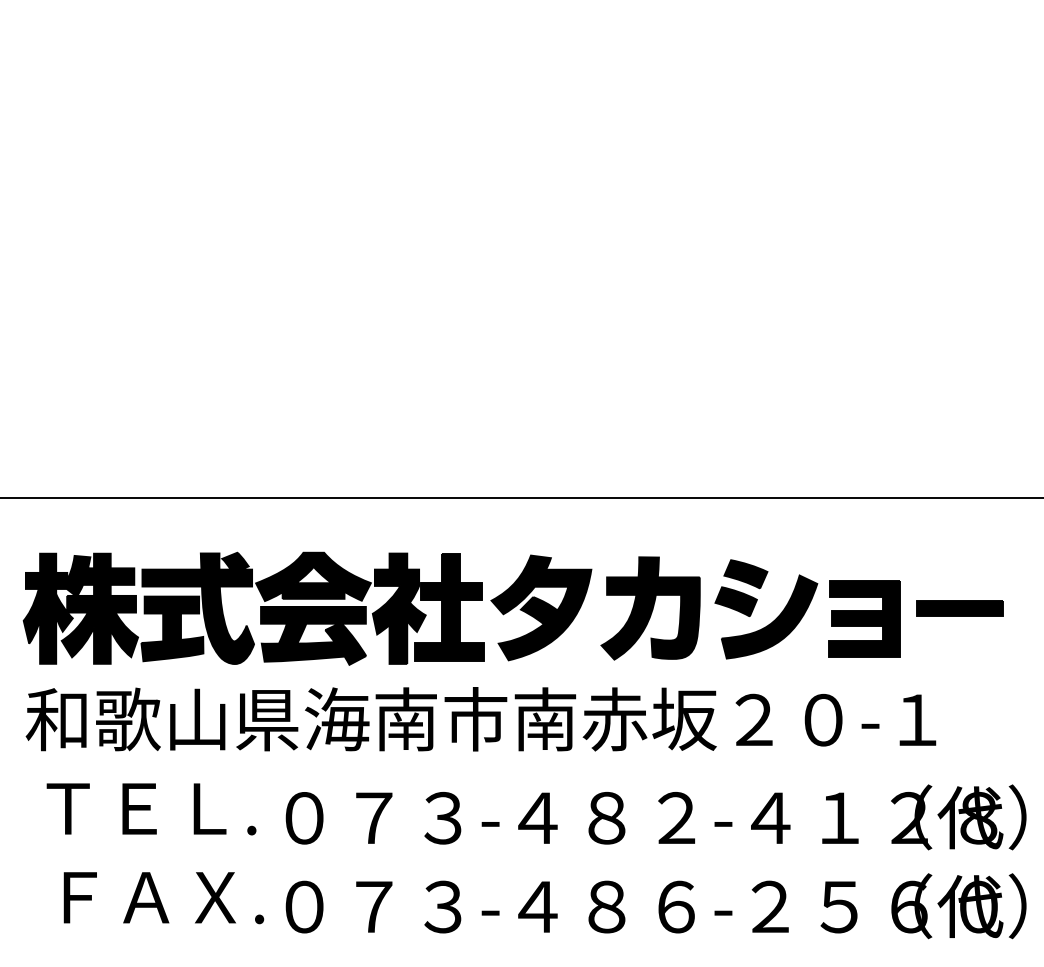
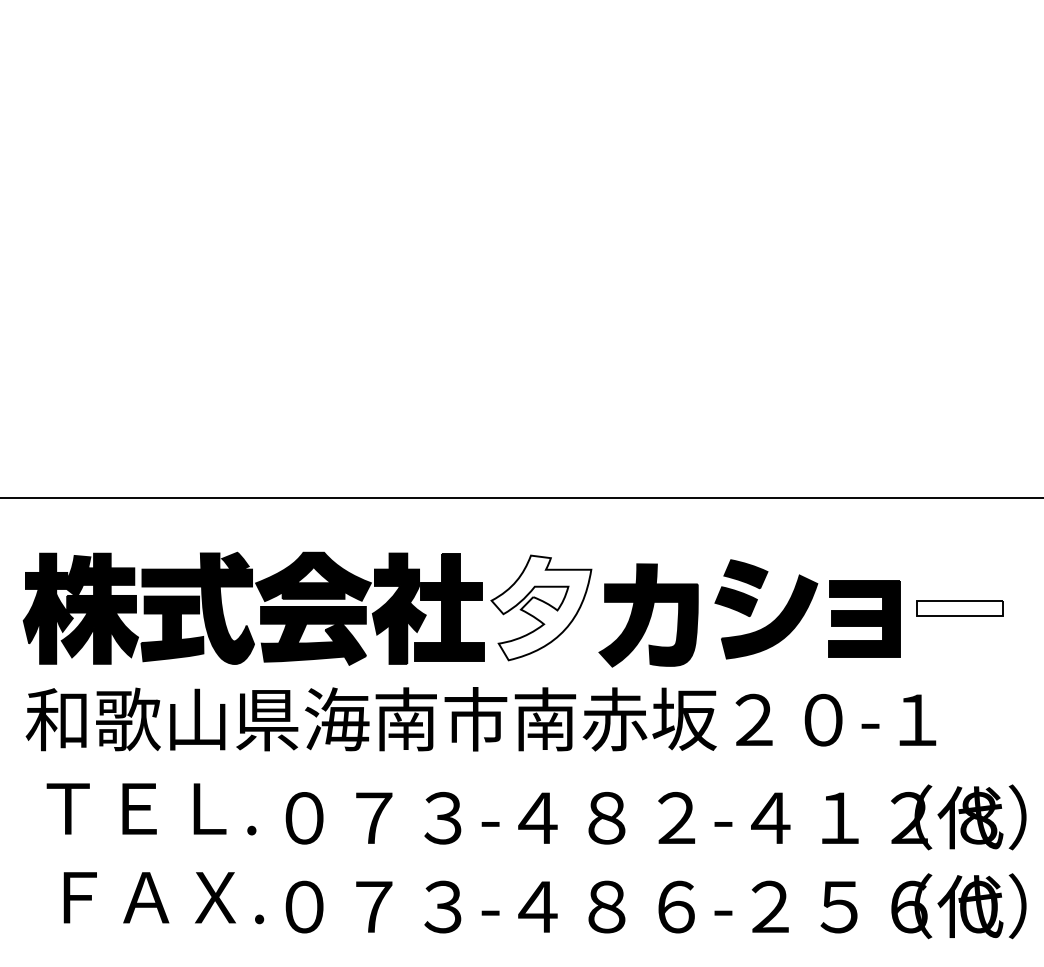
fill at (541, 607): present -> none
part at (650, 608) position: (650, 608) -> (648, 615)
fill at (959, 608): present -> none
